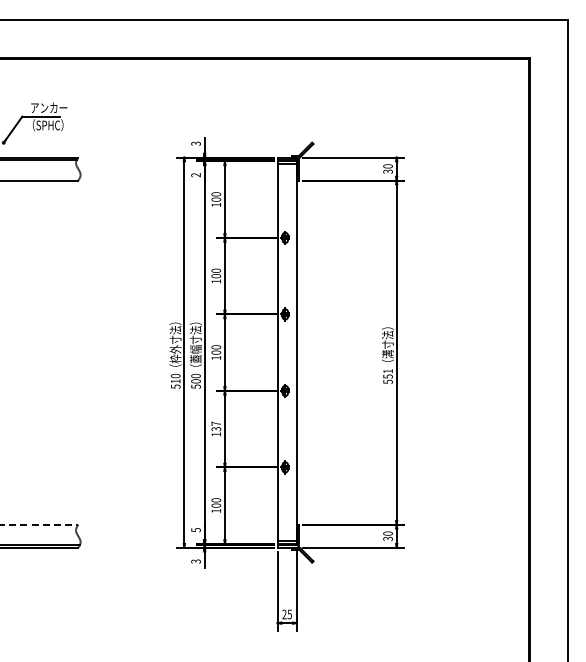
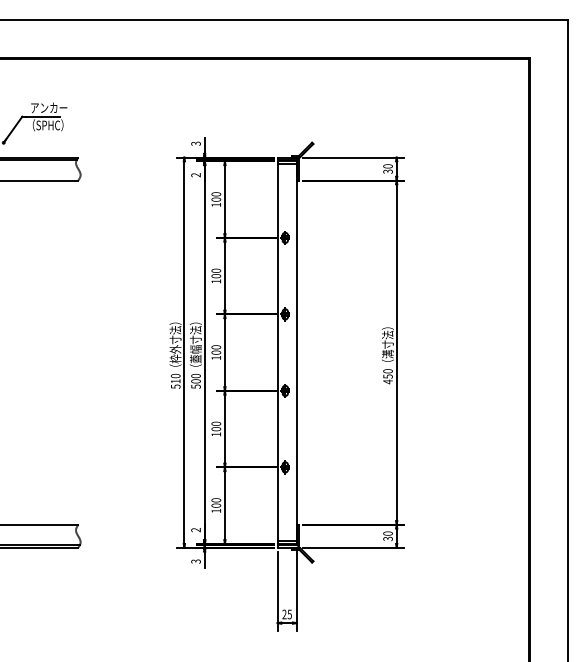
text at (387, 376): 551 -> 450
text at (216, 426): 137 -> 100
line at (39, 524): dashed -> solid
text at (195, 530): 5 -> 2
